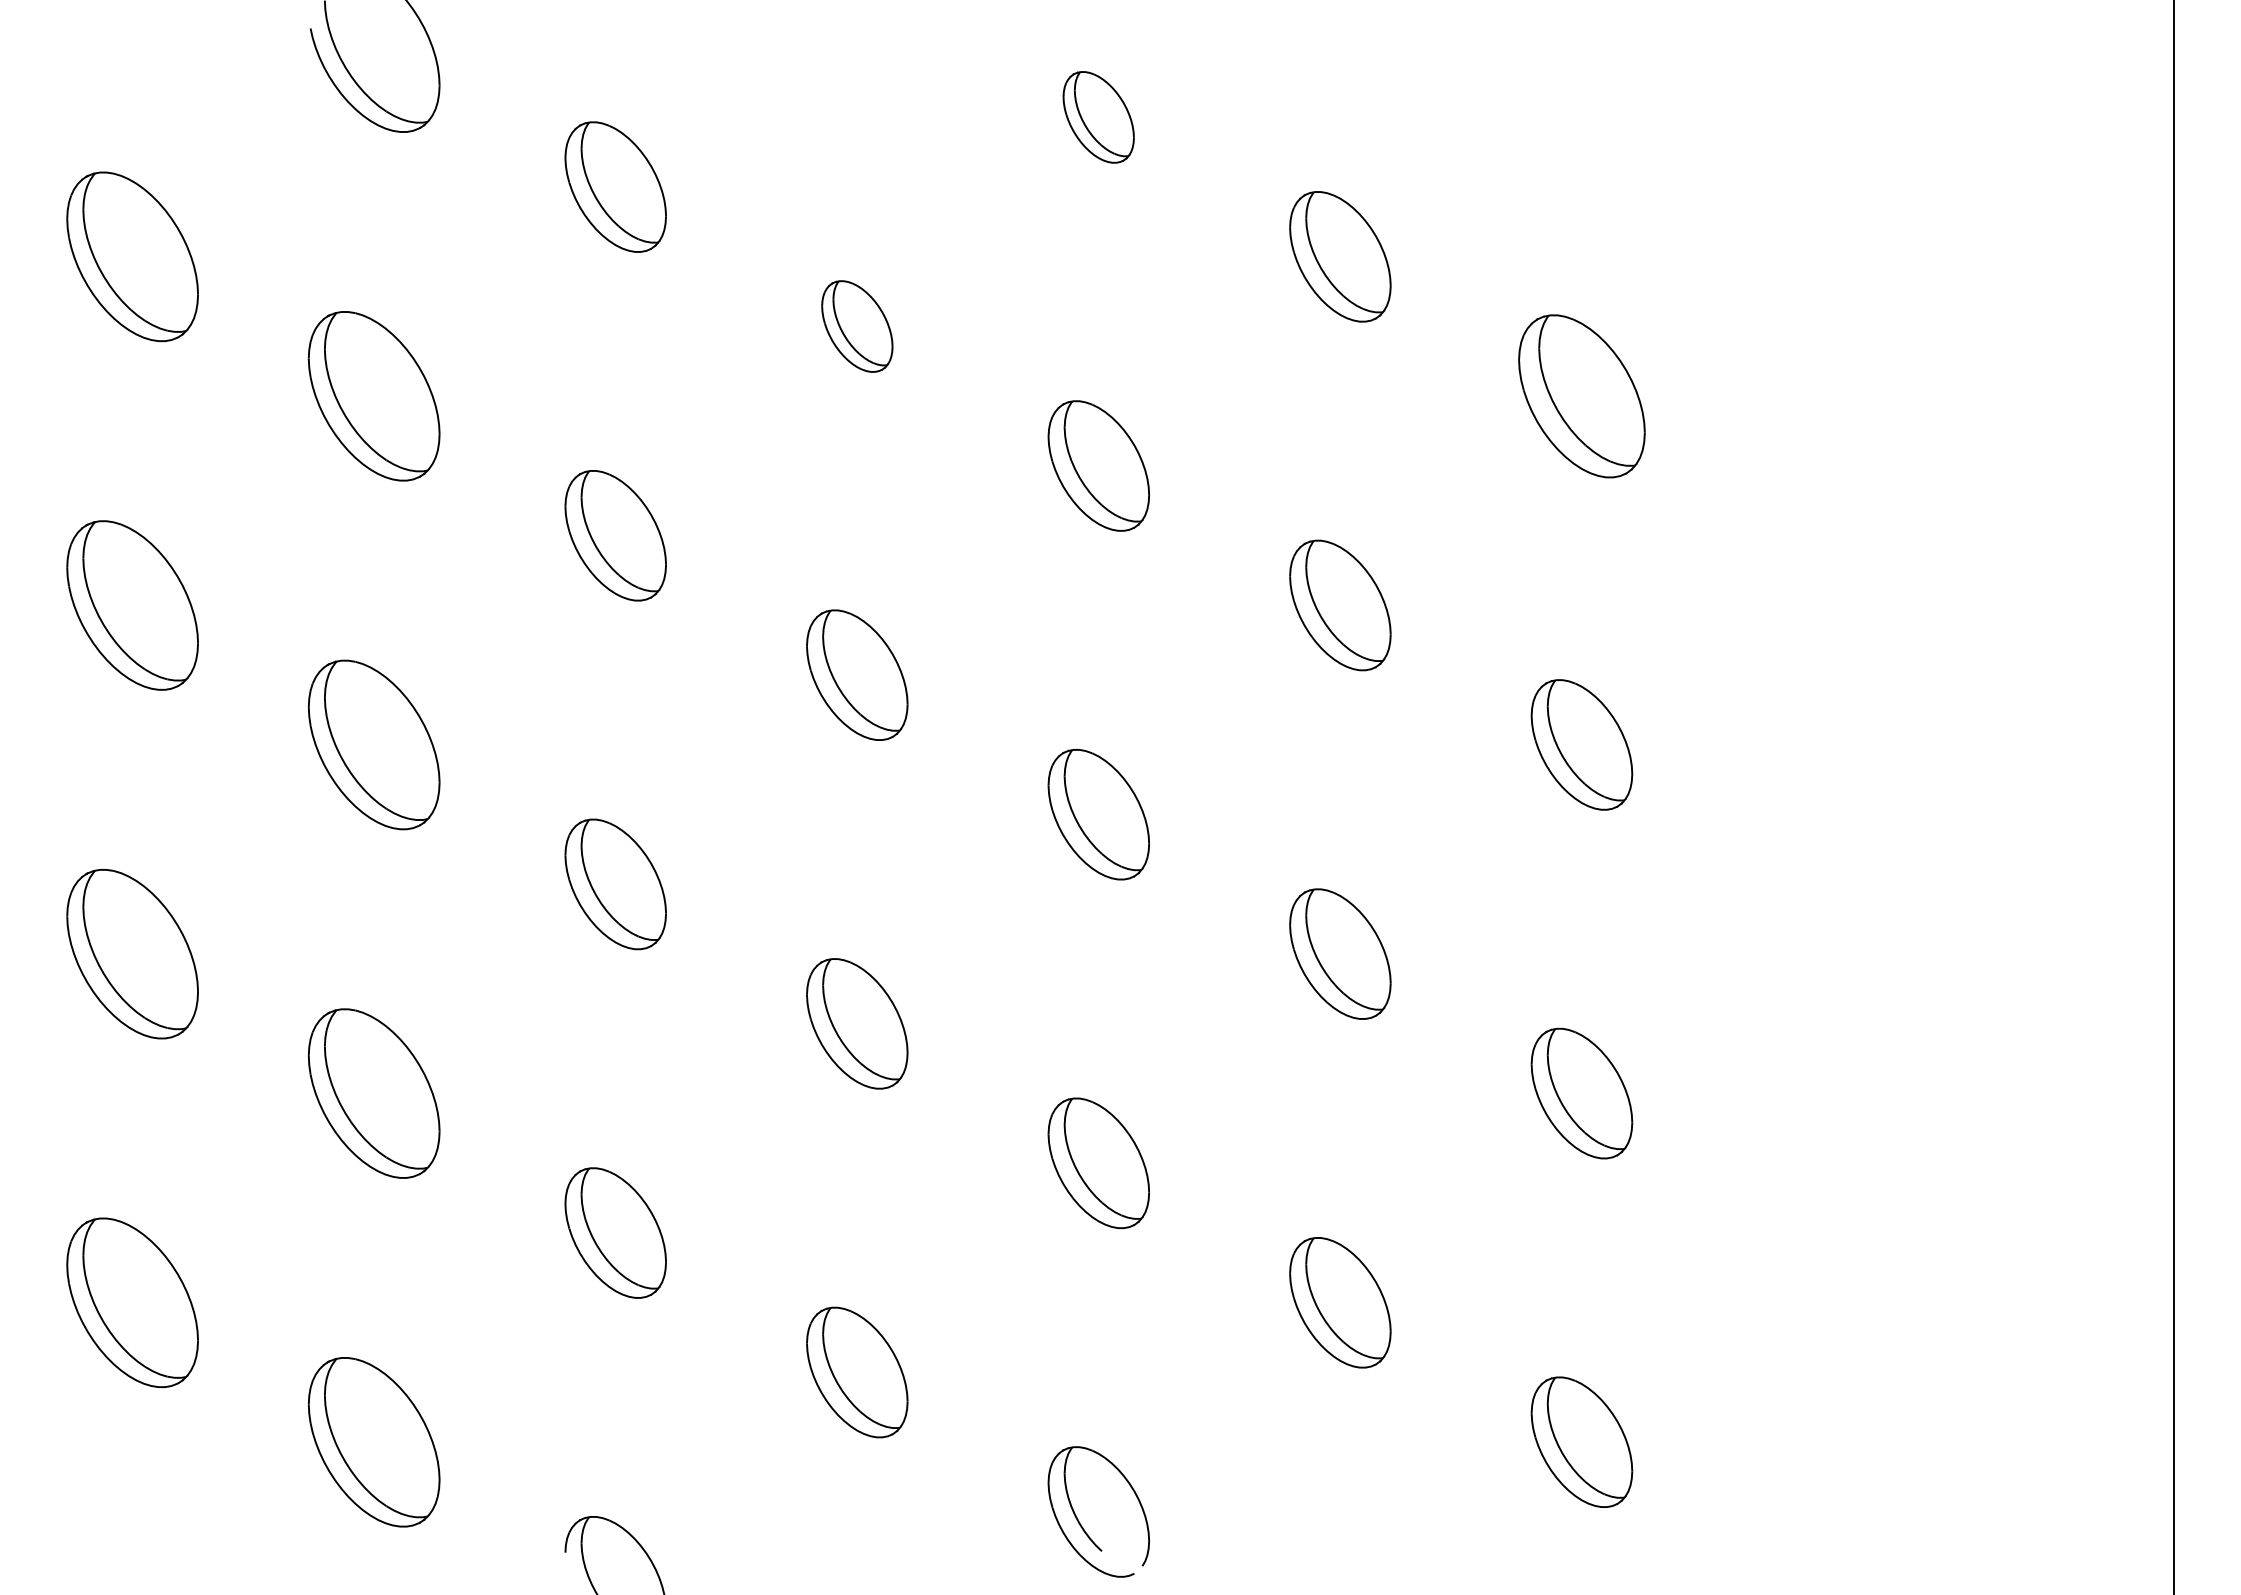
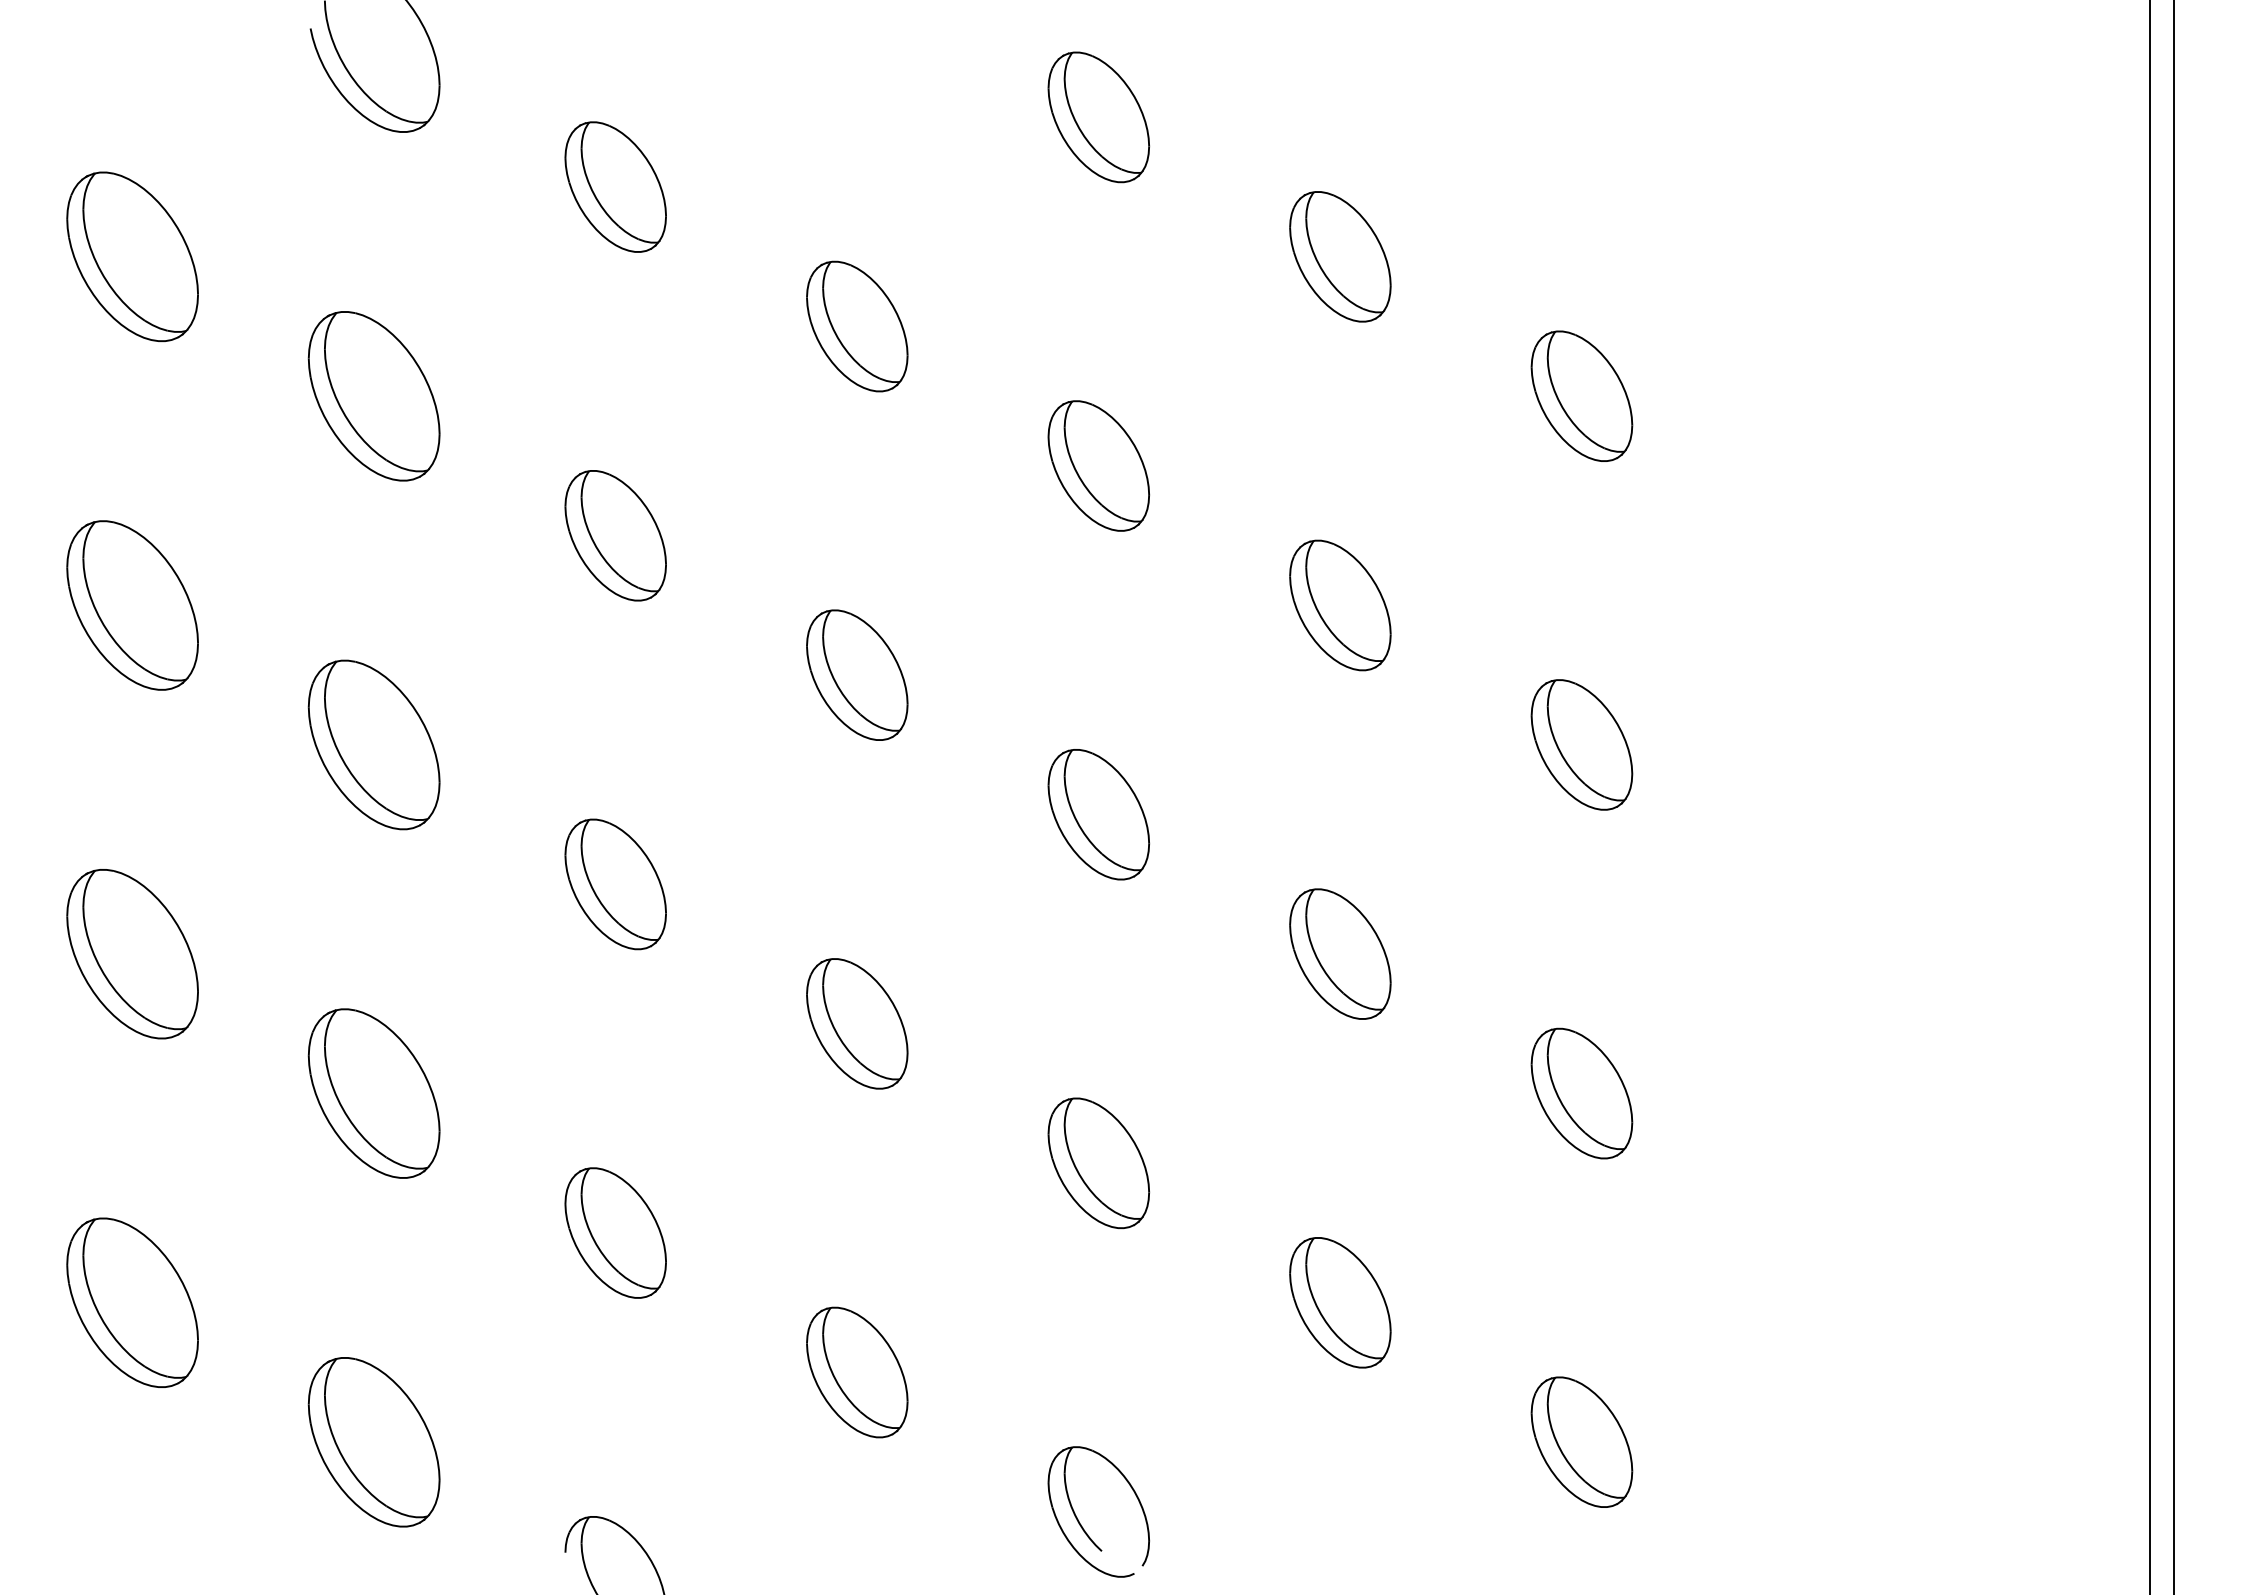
part at (1098, 117) size: 73x93 px -> 103x133 px
part at (857, 326) size: 73x93 px -> 103x133 px
part at (1581, 396) size: 128x165 px -> 104x132 px
line at (2149, 796): none -> present
